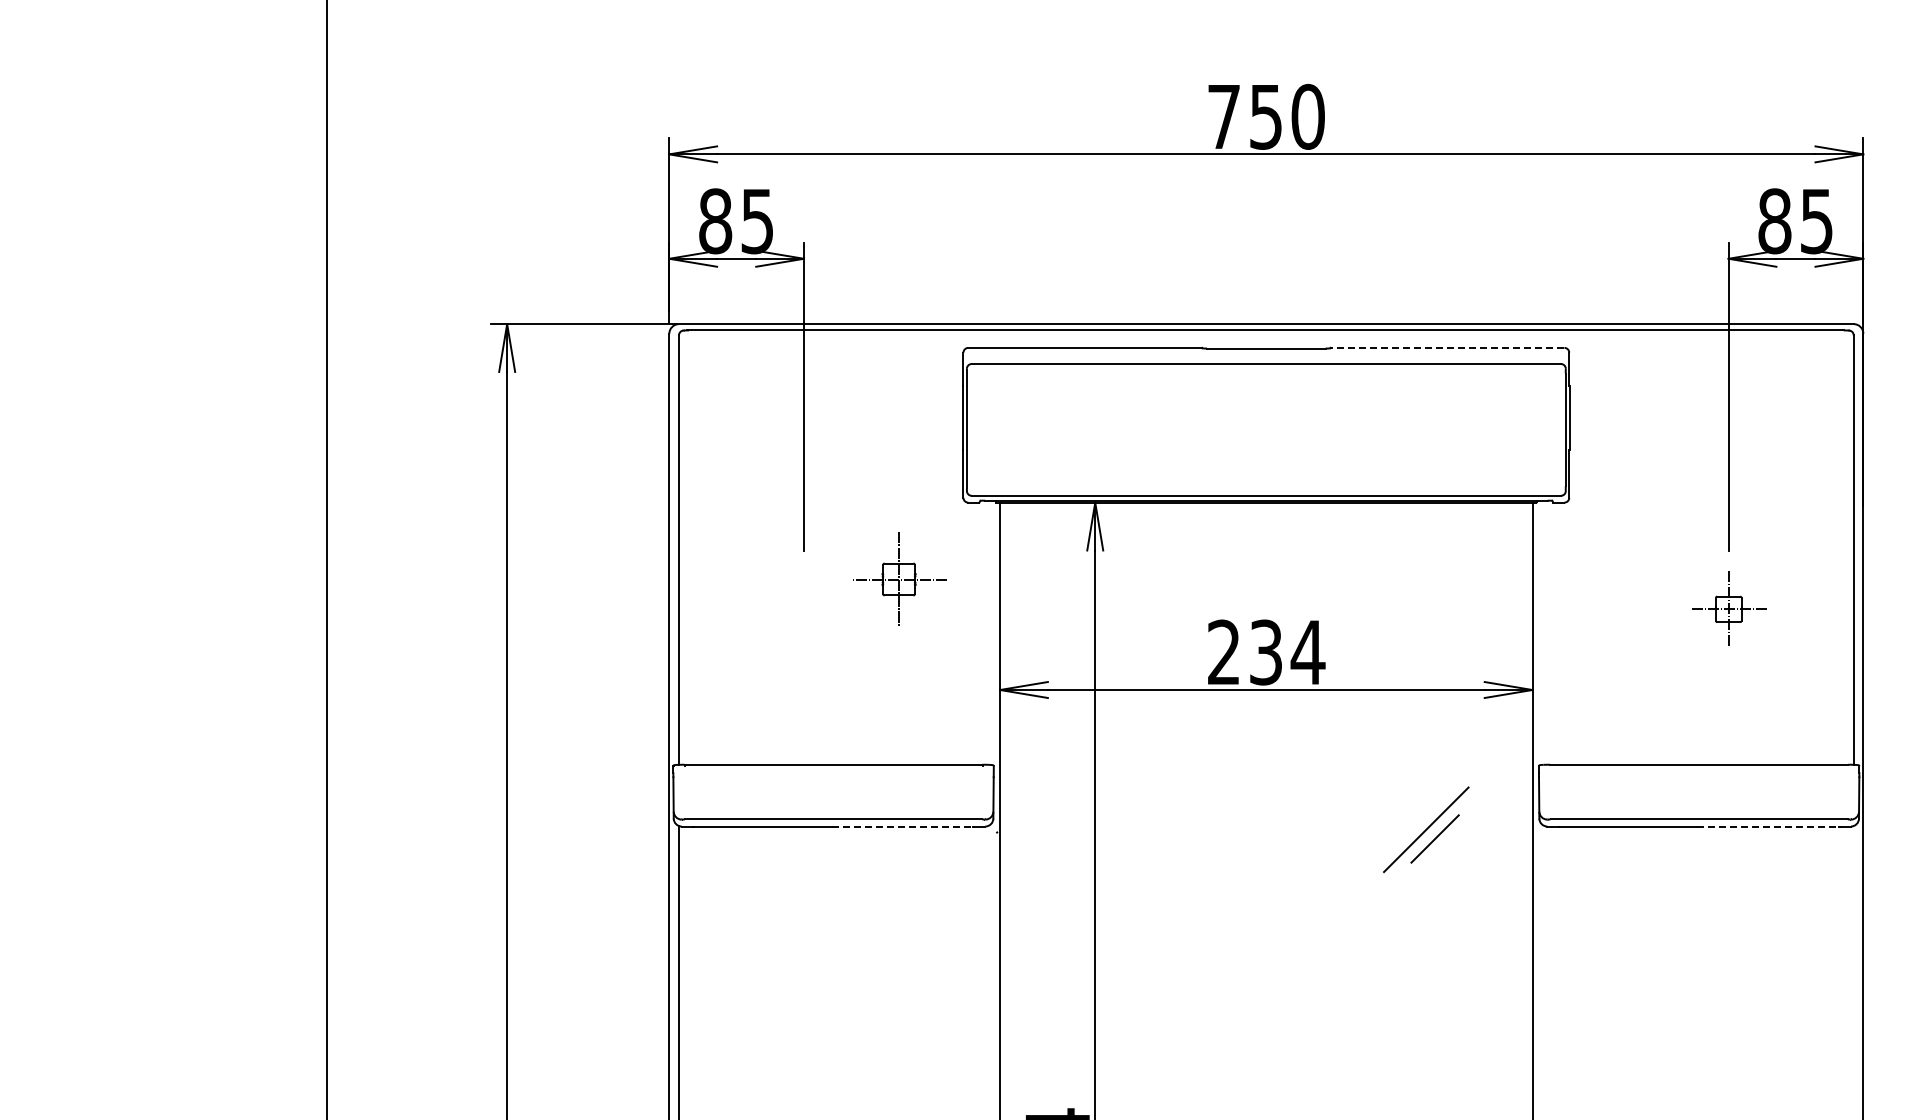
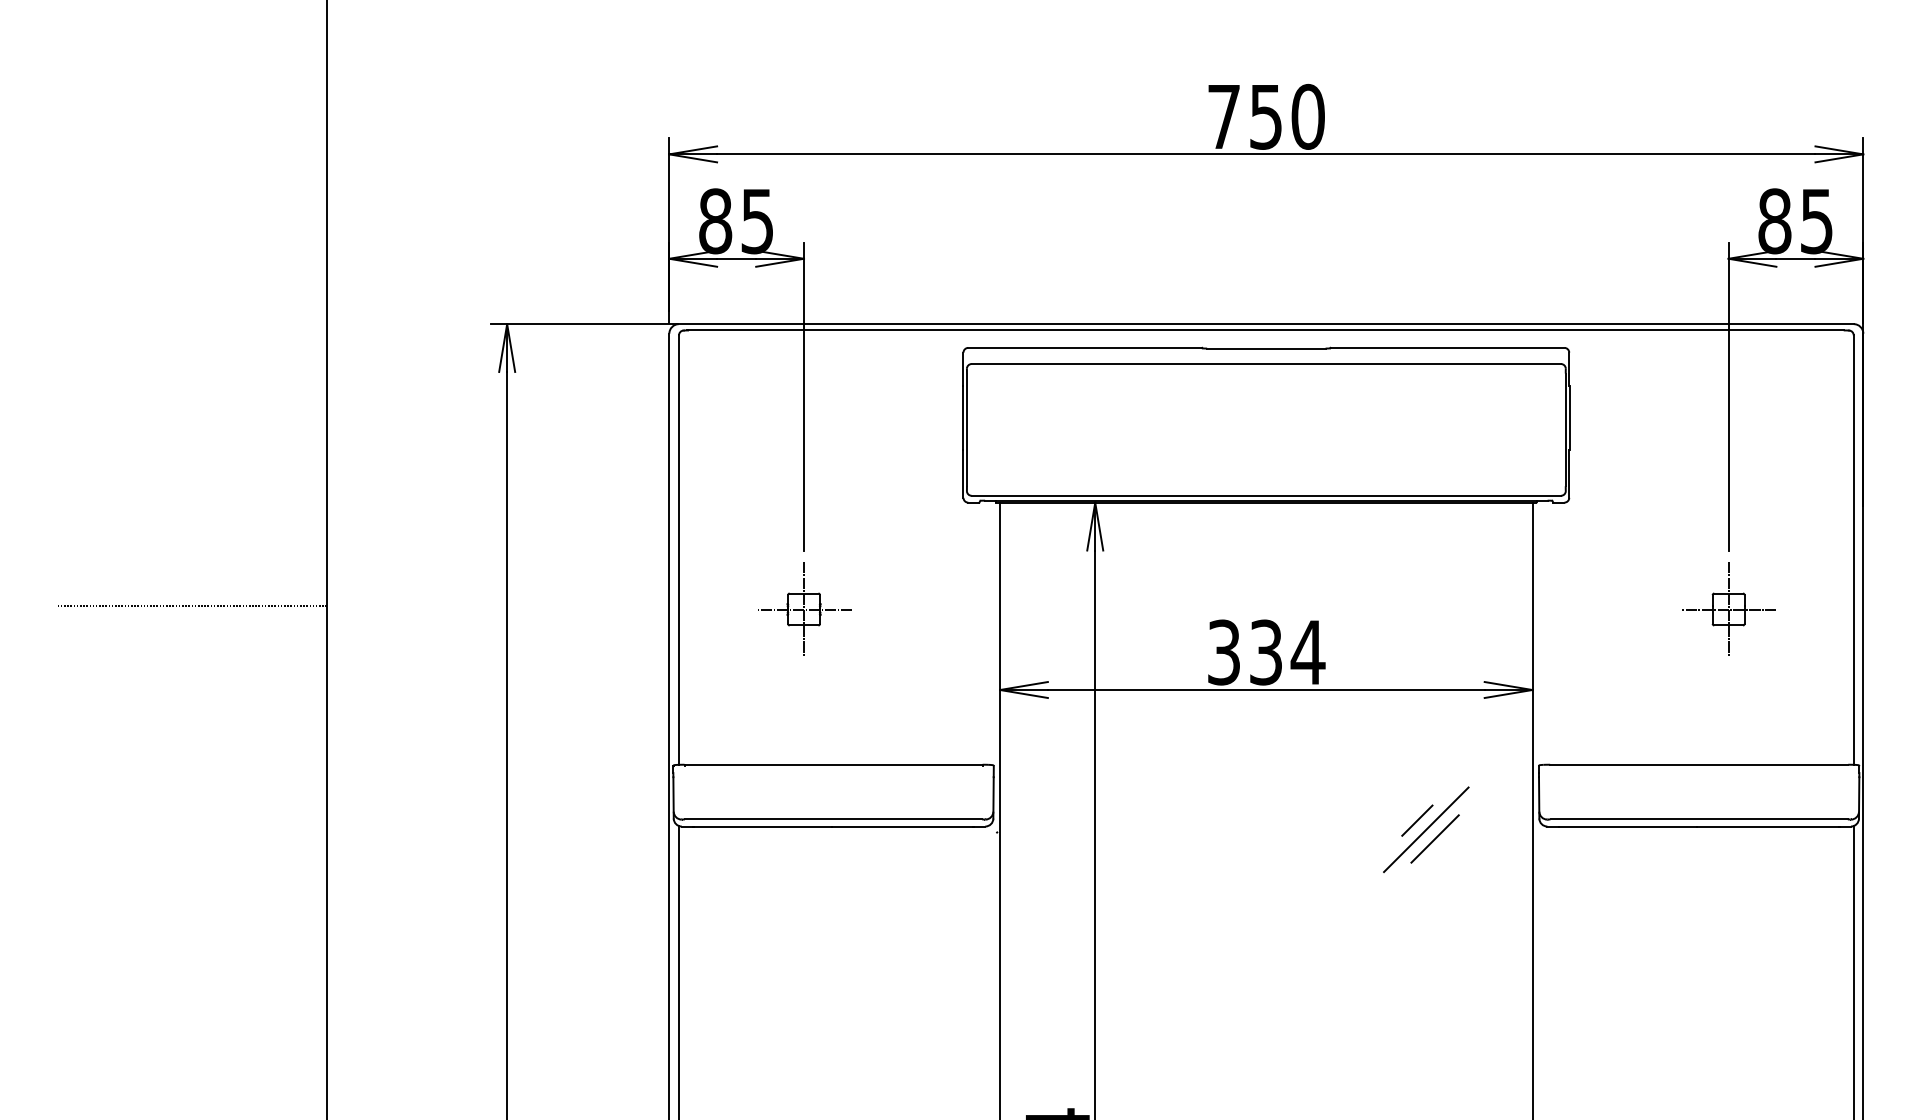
line at (1447, 347): dashed -> solid
part at (899, 578) position: (899, 578) -> (804, 608)
line at (191, 606): none -> present
part at (1729, 608) size: 75x75 px -> 94x94 px
text at (1223, 652): 234 -> 334
line at (1417, 820): none -> present
line at (902, 826): dashed -> solid
line at (1768, 826): dashed -> solid
line at (1853, 971): none -> present
